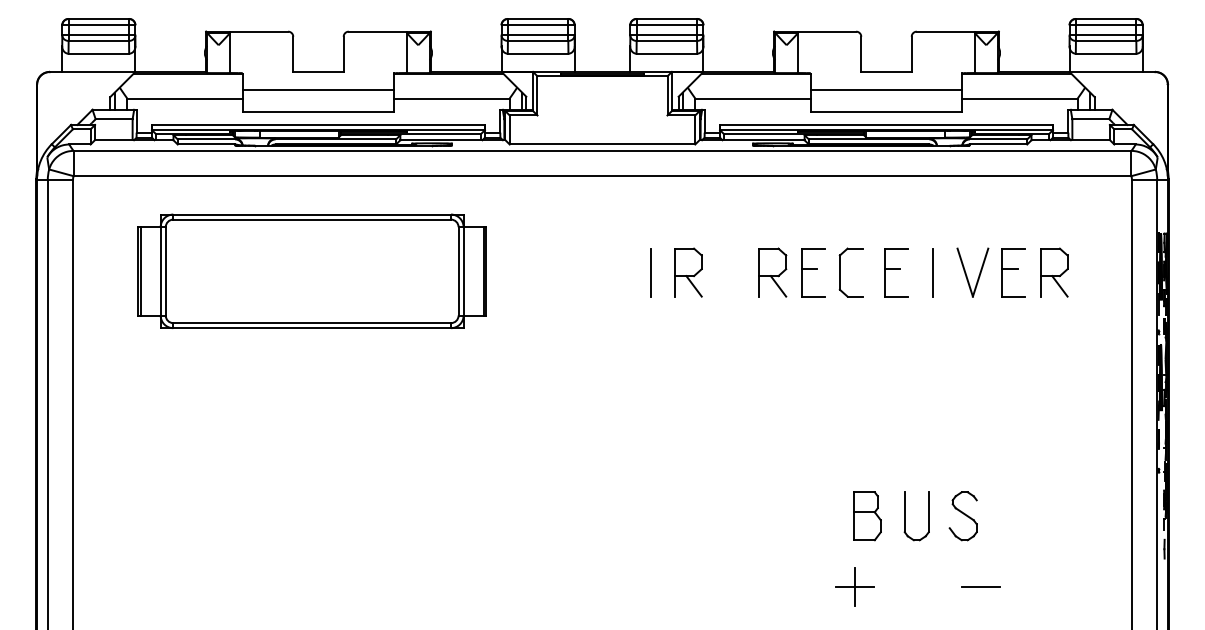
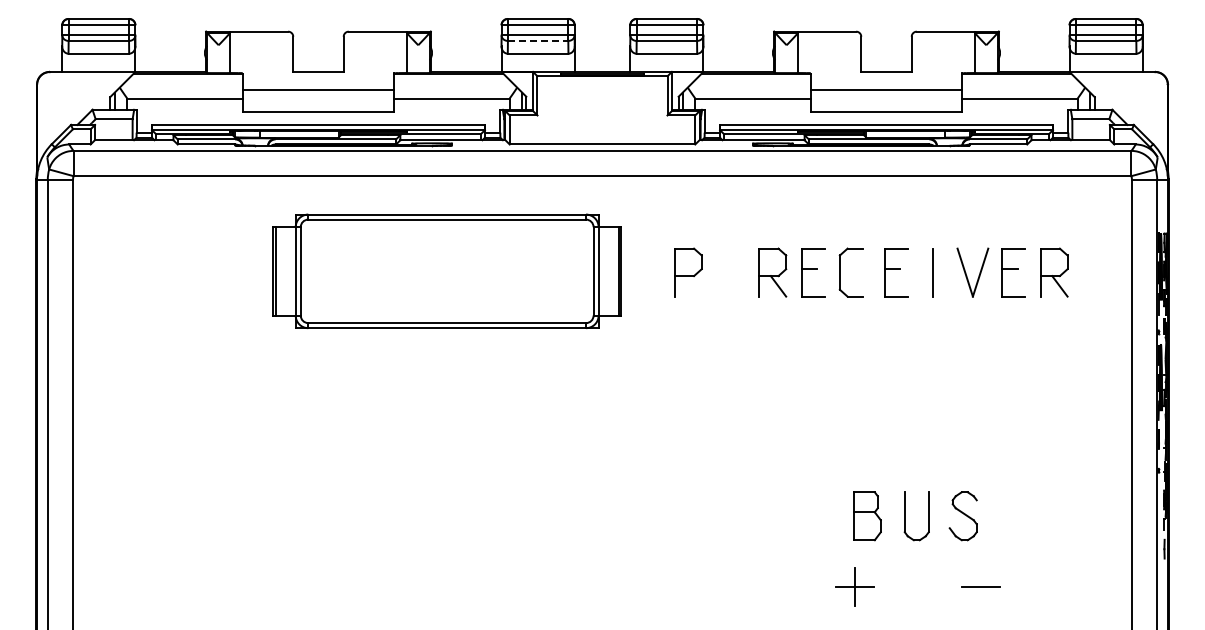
line at (538, 40): solid -> dashed
part at (311, 270) position: (311, 270) -> (446, 270)
line at (650, 272): present -> none
line at (693, 286): present -> none
